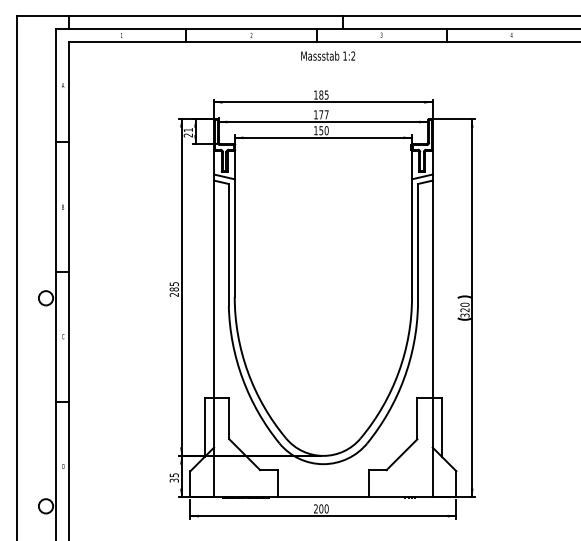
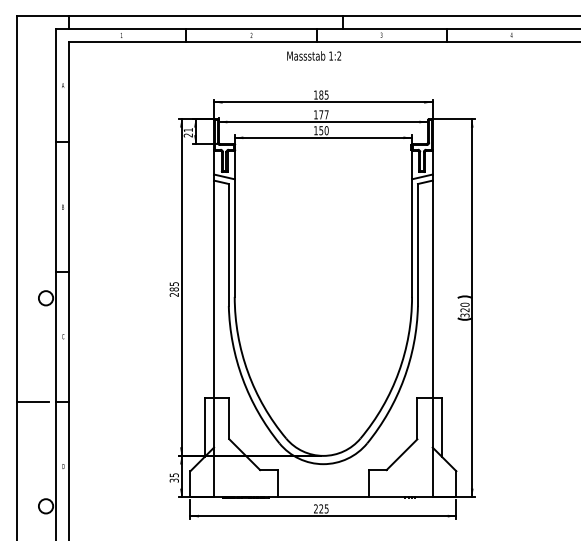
text at (328, 55) position: (328, 55) -> (314, 55)
line at (32, 402): none -> present
text at (323, 508): 200 -> 225
